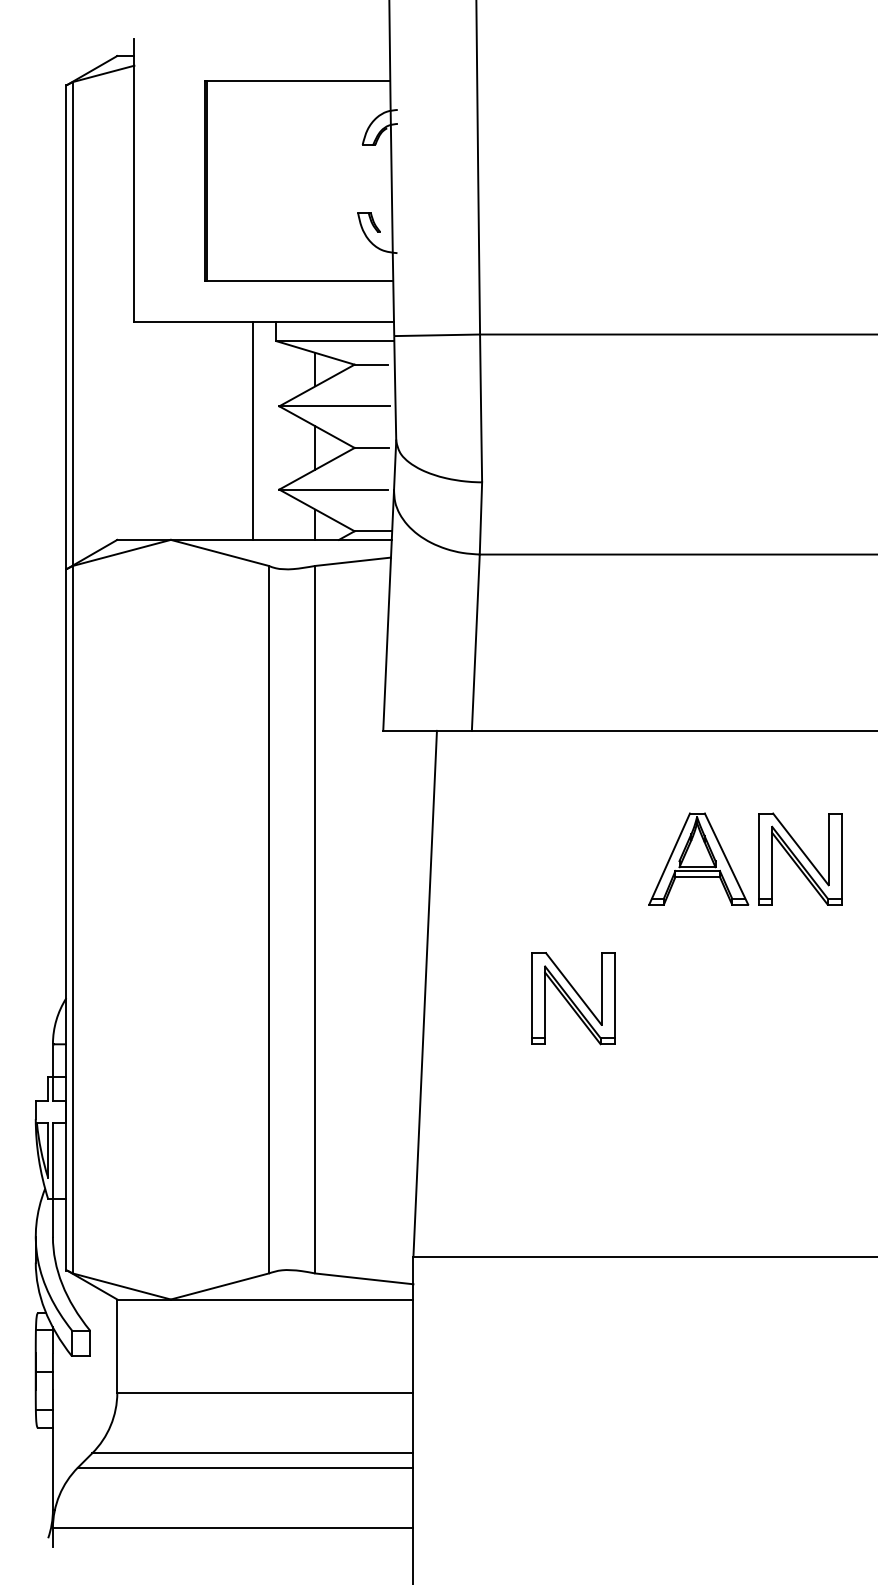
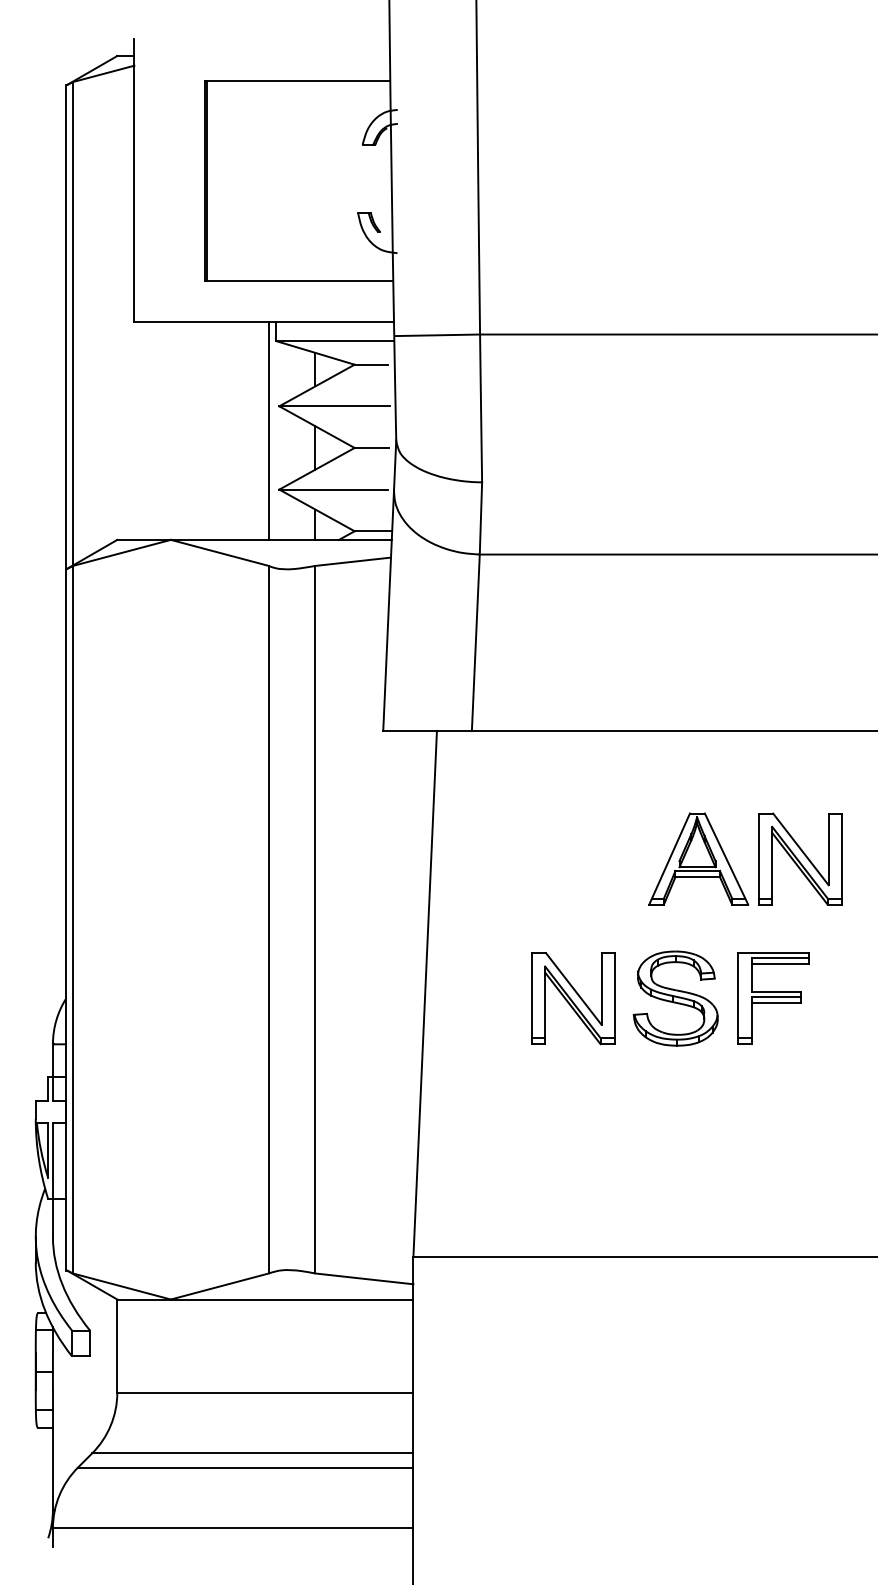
line at (252, 430) position: (252, 430) -> (268, 430)
part at (675, 998): none -> present
part at (773, 998): none -> present
